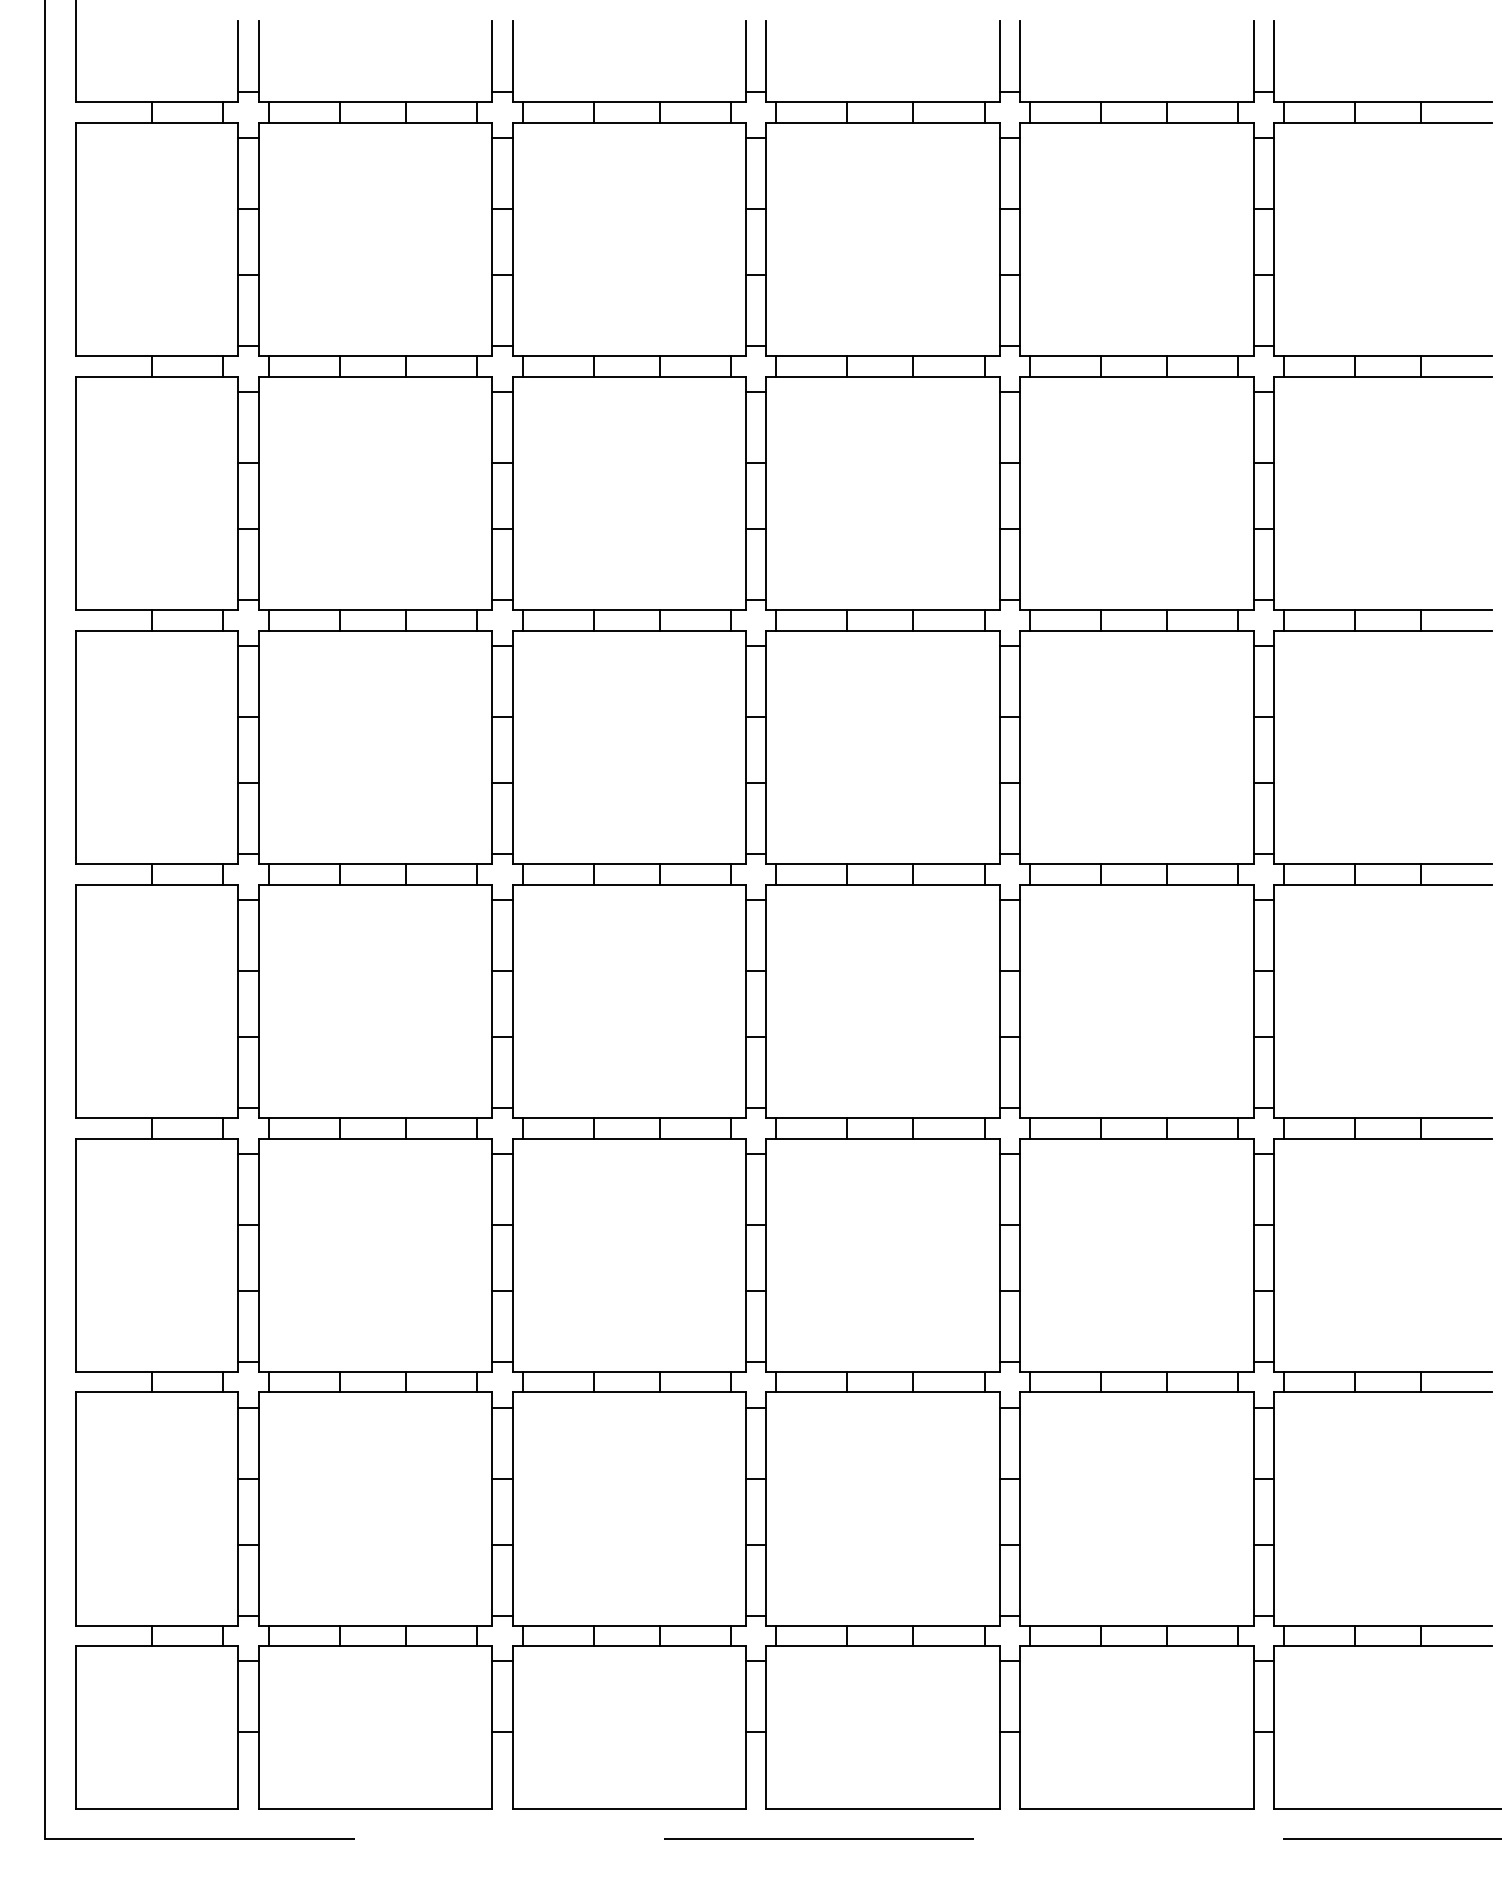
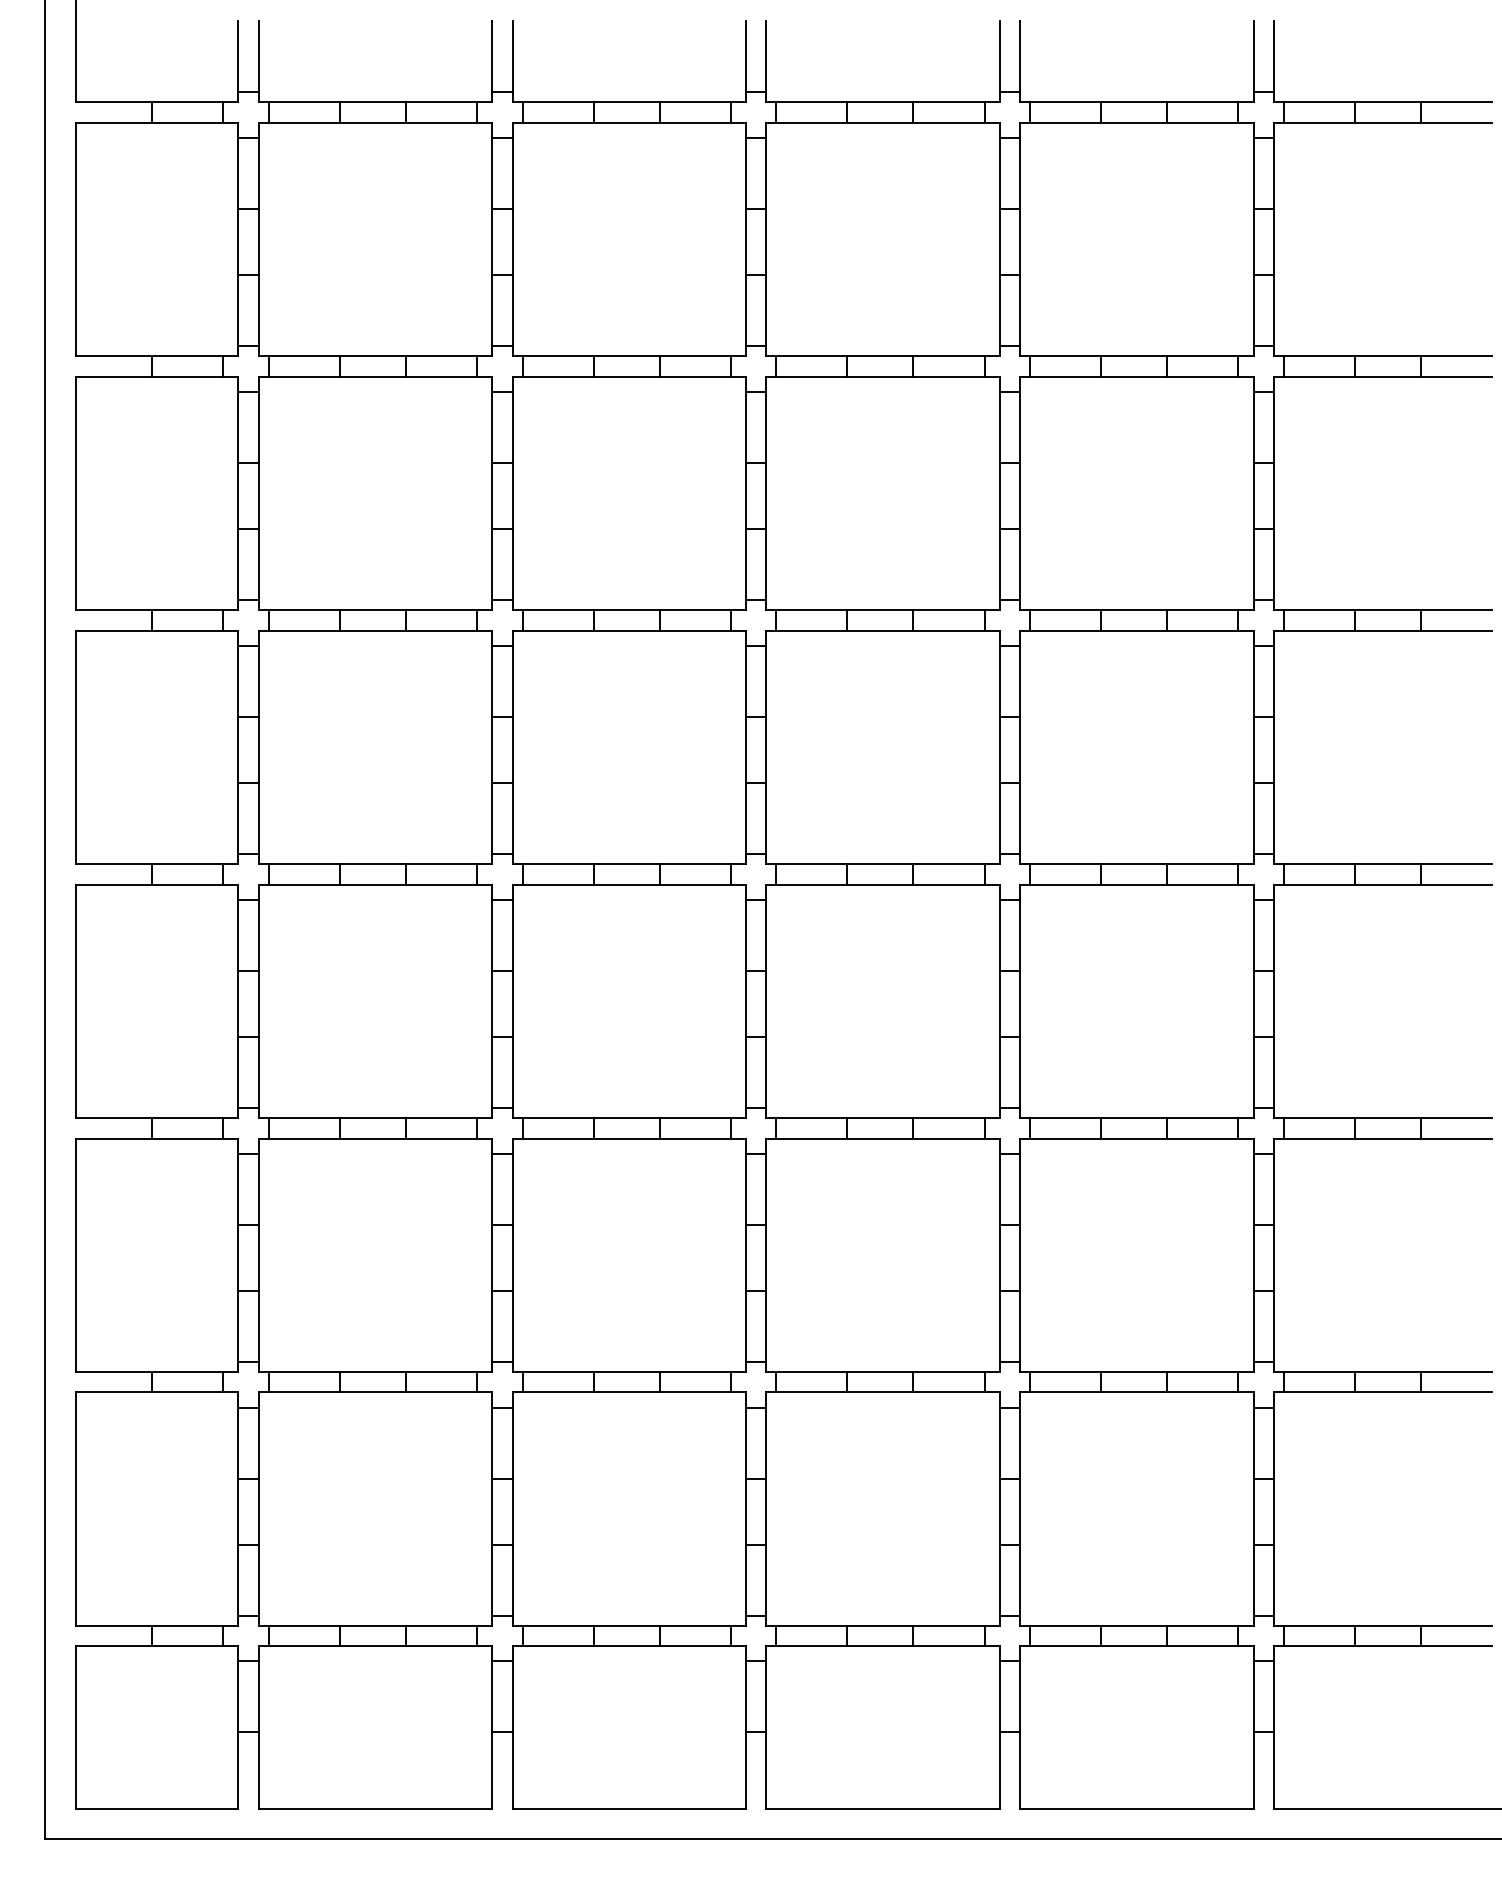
line at (773, 1839): dashed -> solid
